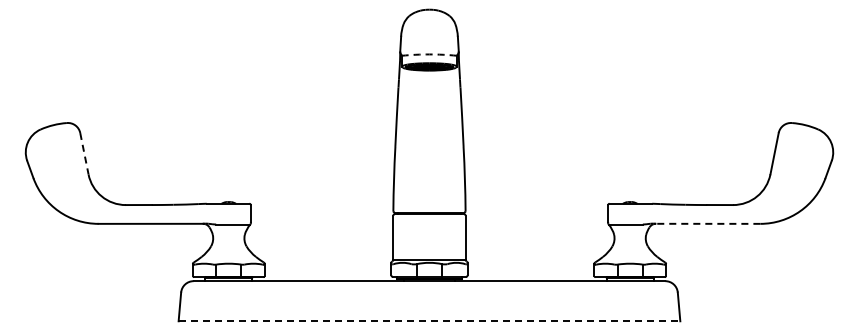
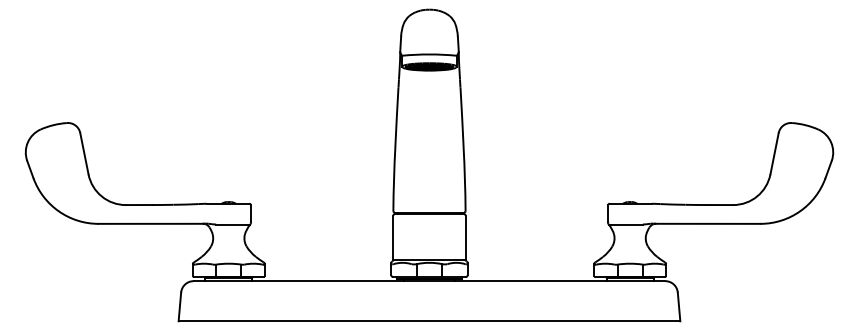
arc at (429, 54): dashed -> solid
line at (84, 154): dashed -> solid
line at (707, 223): dashed -> solid
line at (429, 321): dashed -> solid
